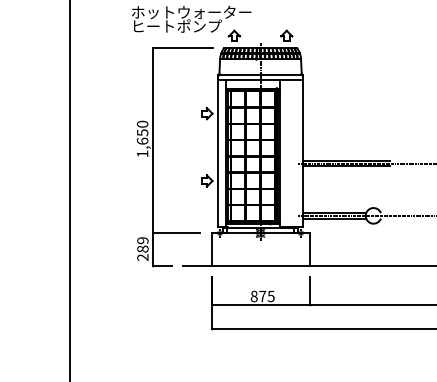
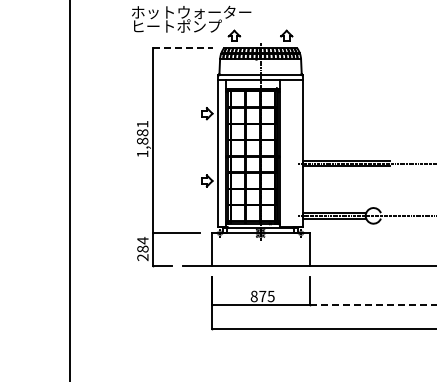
line at (183, 48): solid -> dashed
text at (142, 132): 1,650 -> 1,881
text at (142, 240): 289 -> 284
line at (373, 304): solid -> dashed
